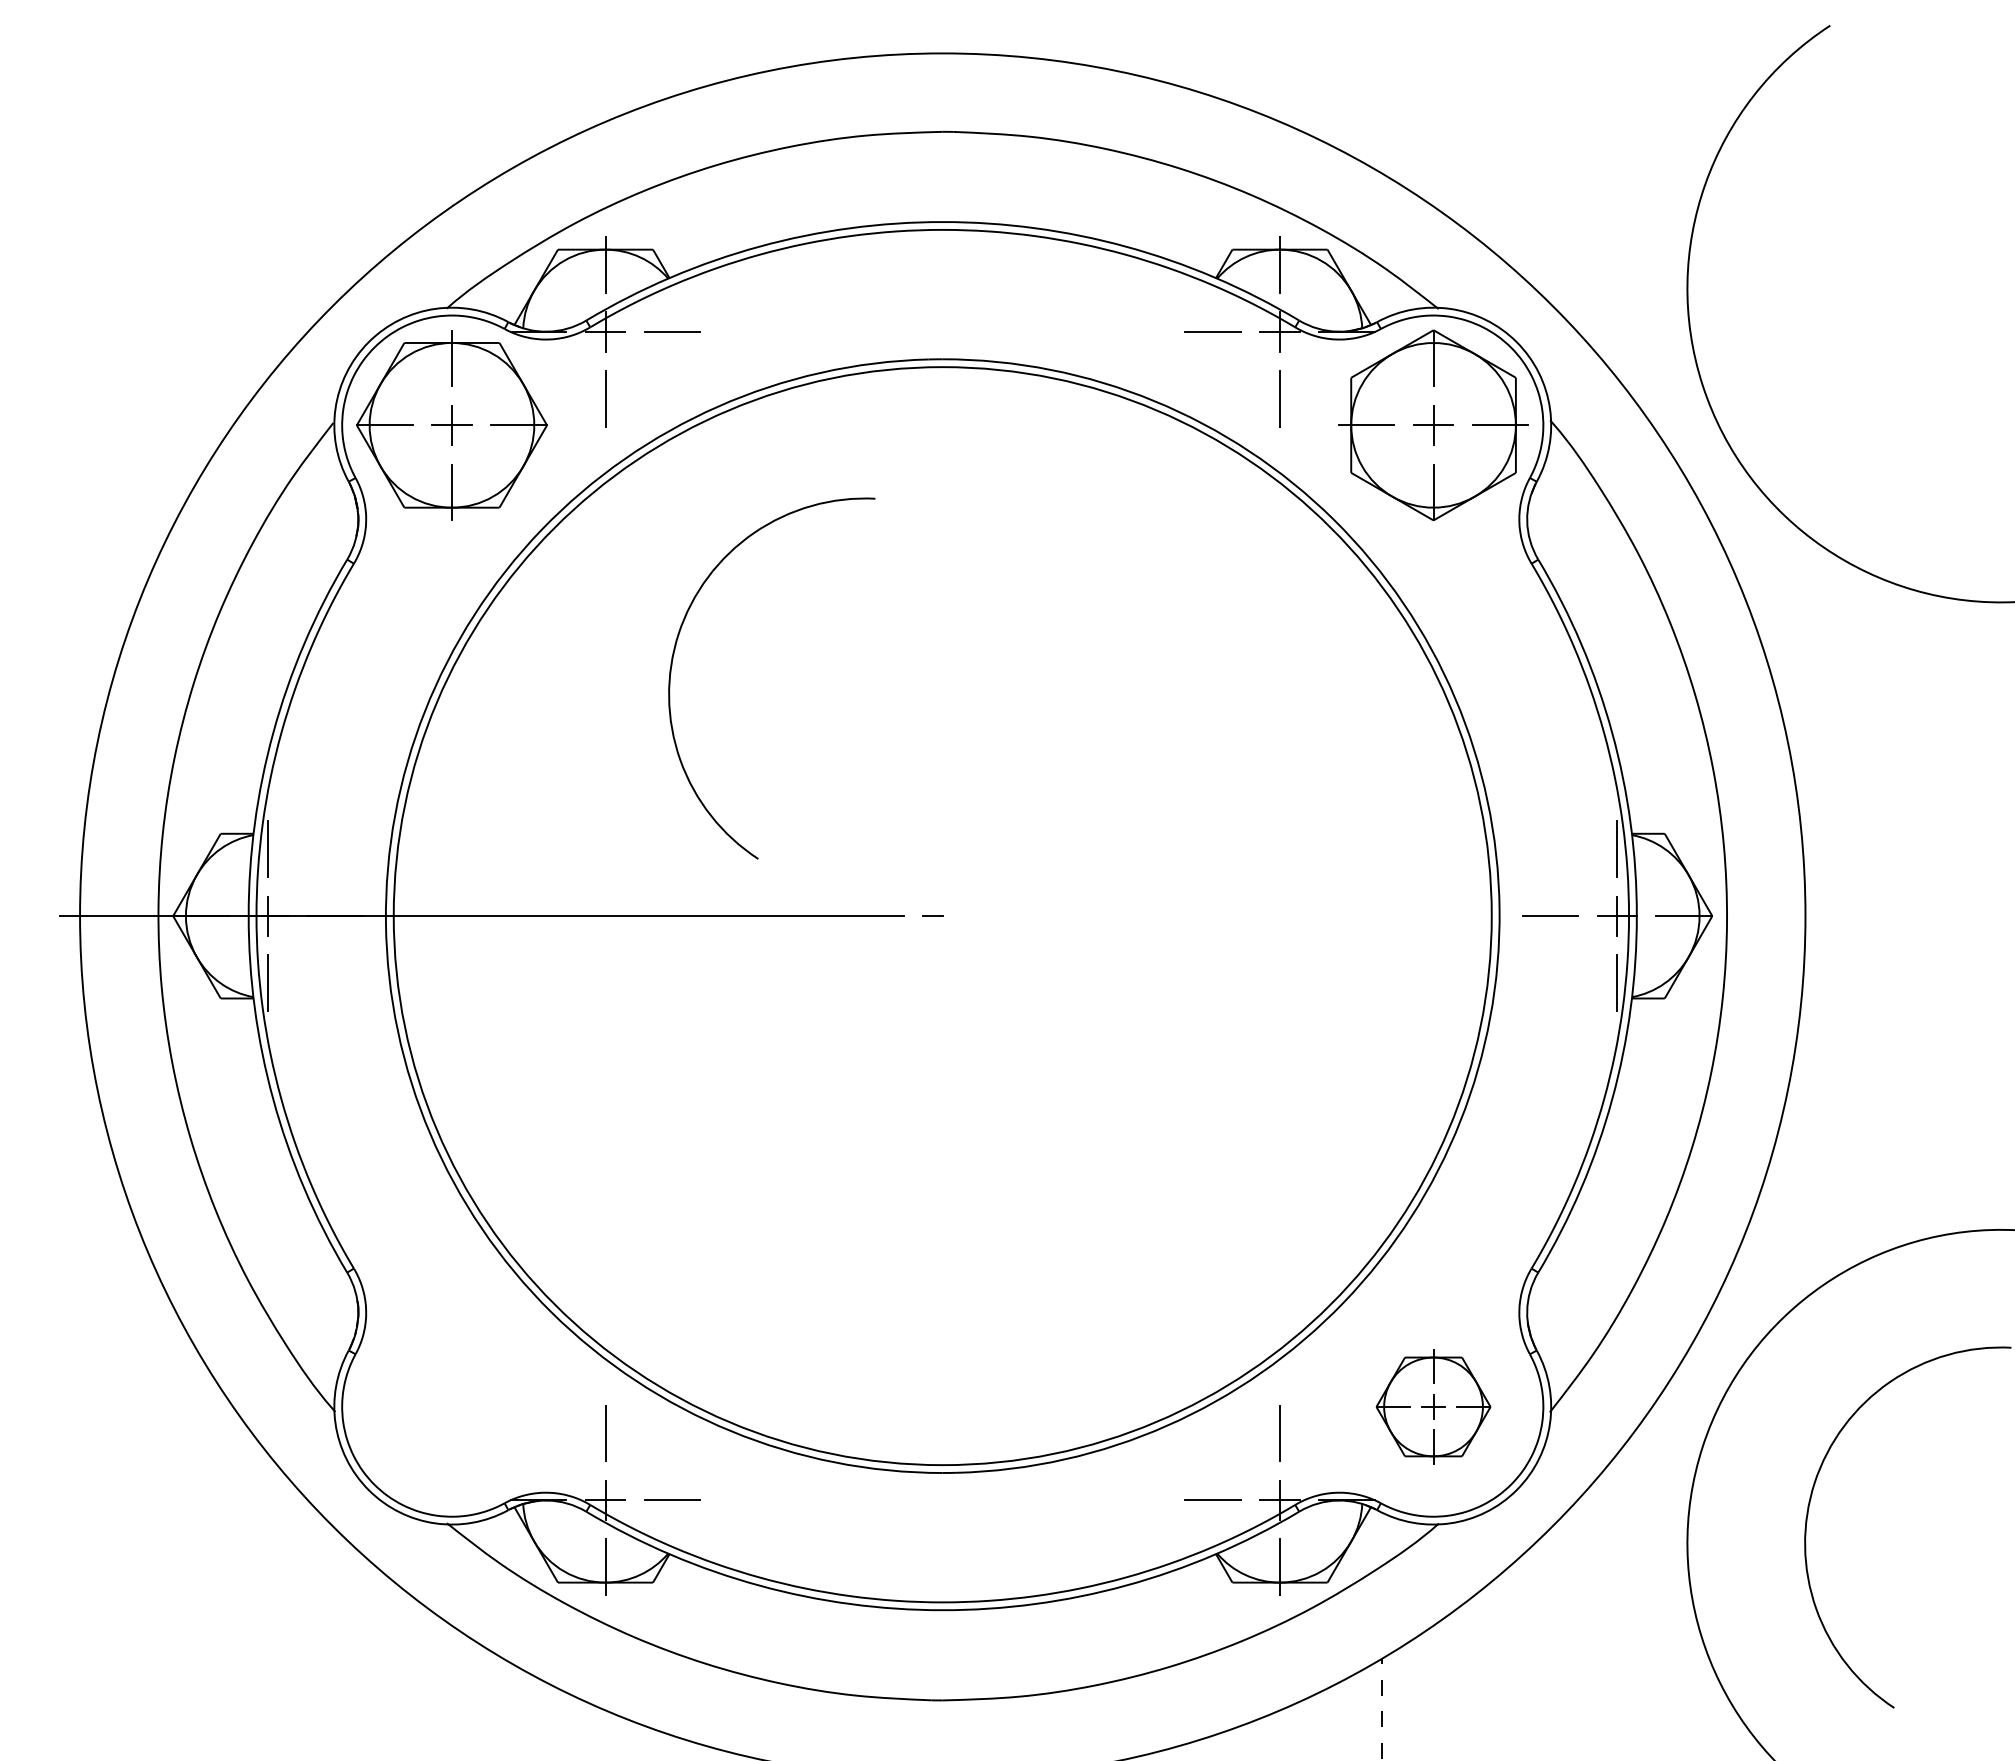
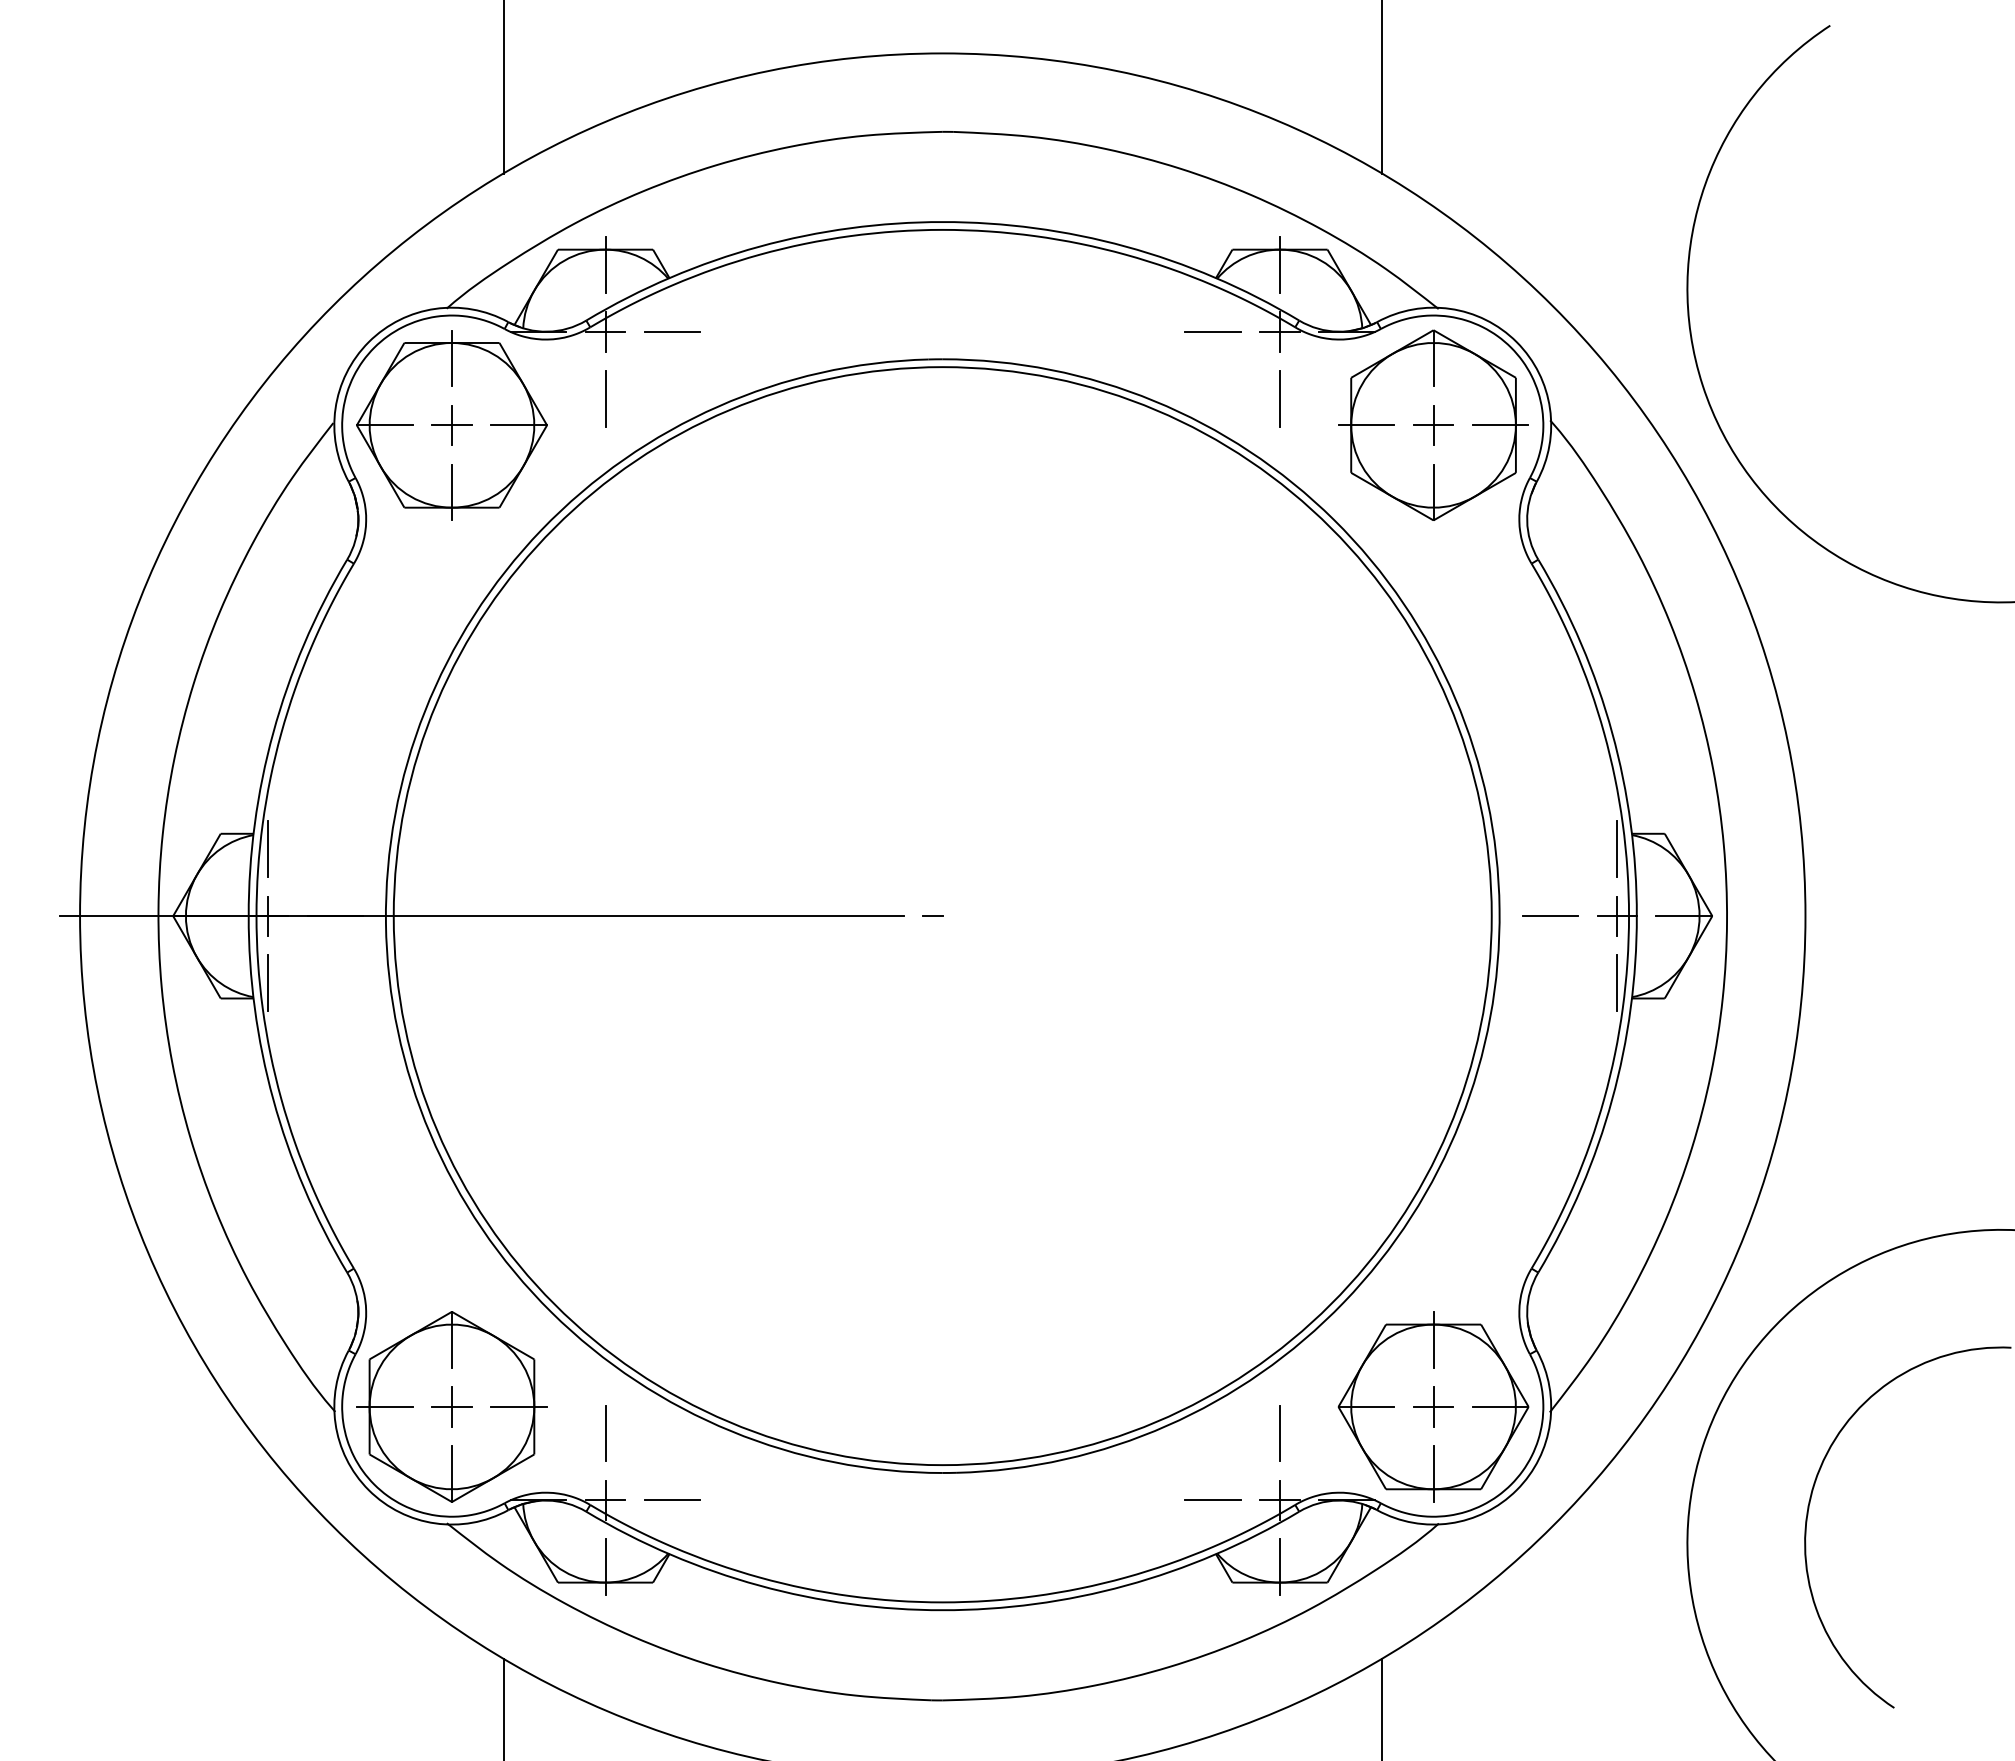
line at (503, 87): none -> present
line at (1381, 87): none -> present
curve at (672, 666): present -> none
part at (451, 1406): none -> present
part at (1433, 1406) size: 117x116 px -> 193x192 px
line at (503, 1707): none -> present
line at (1381, 1709): dashed -> solid
